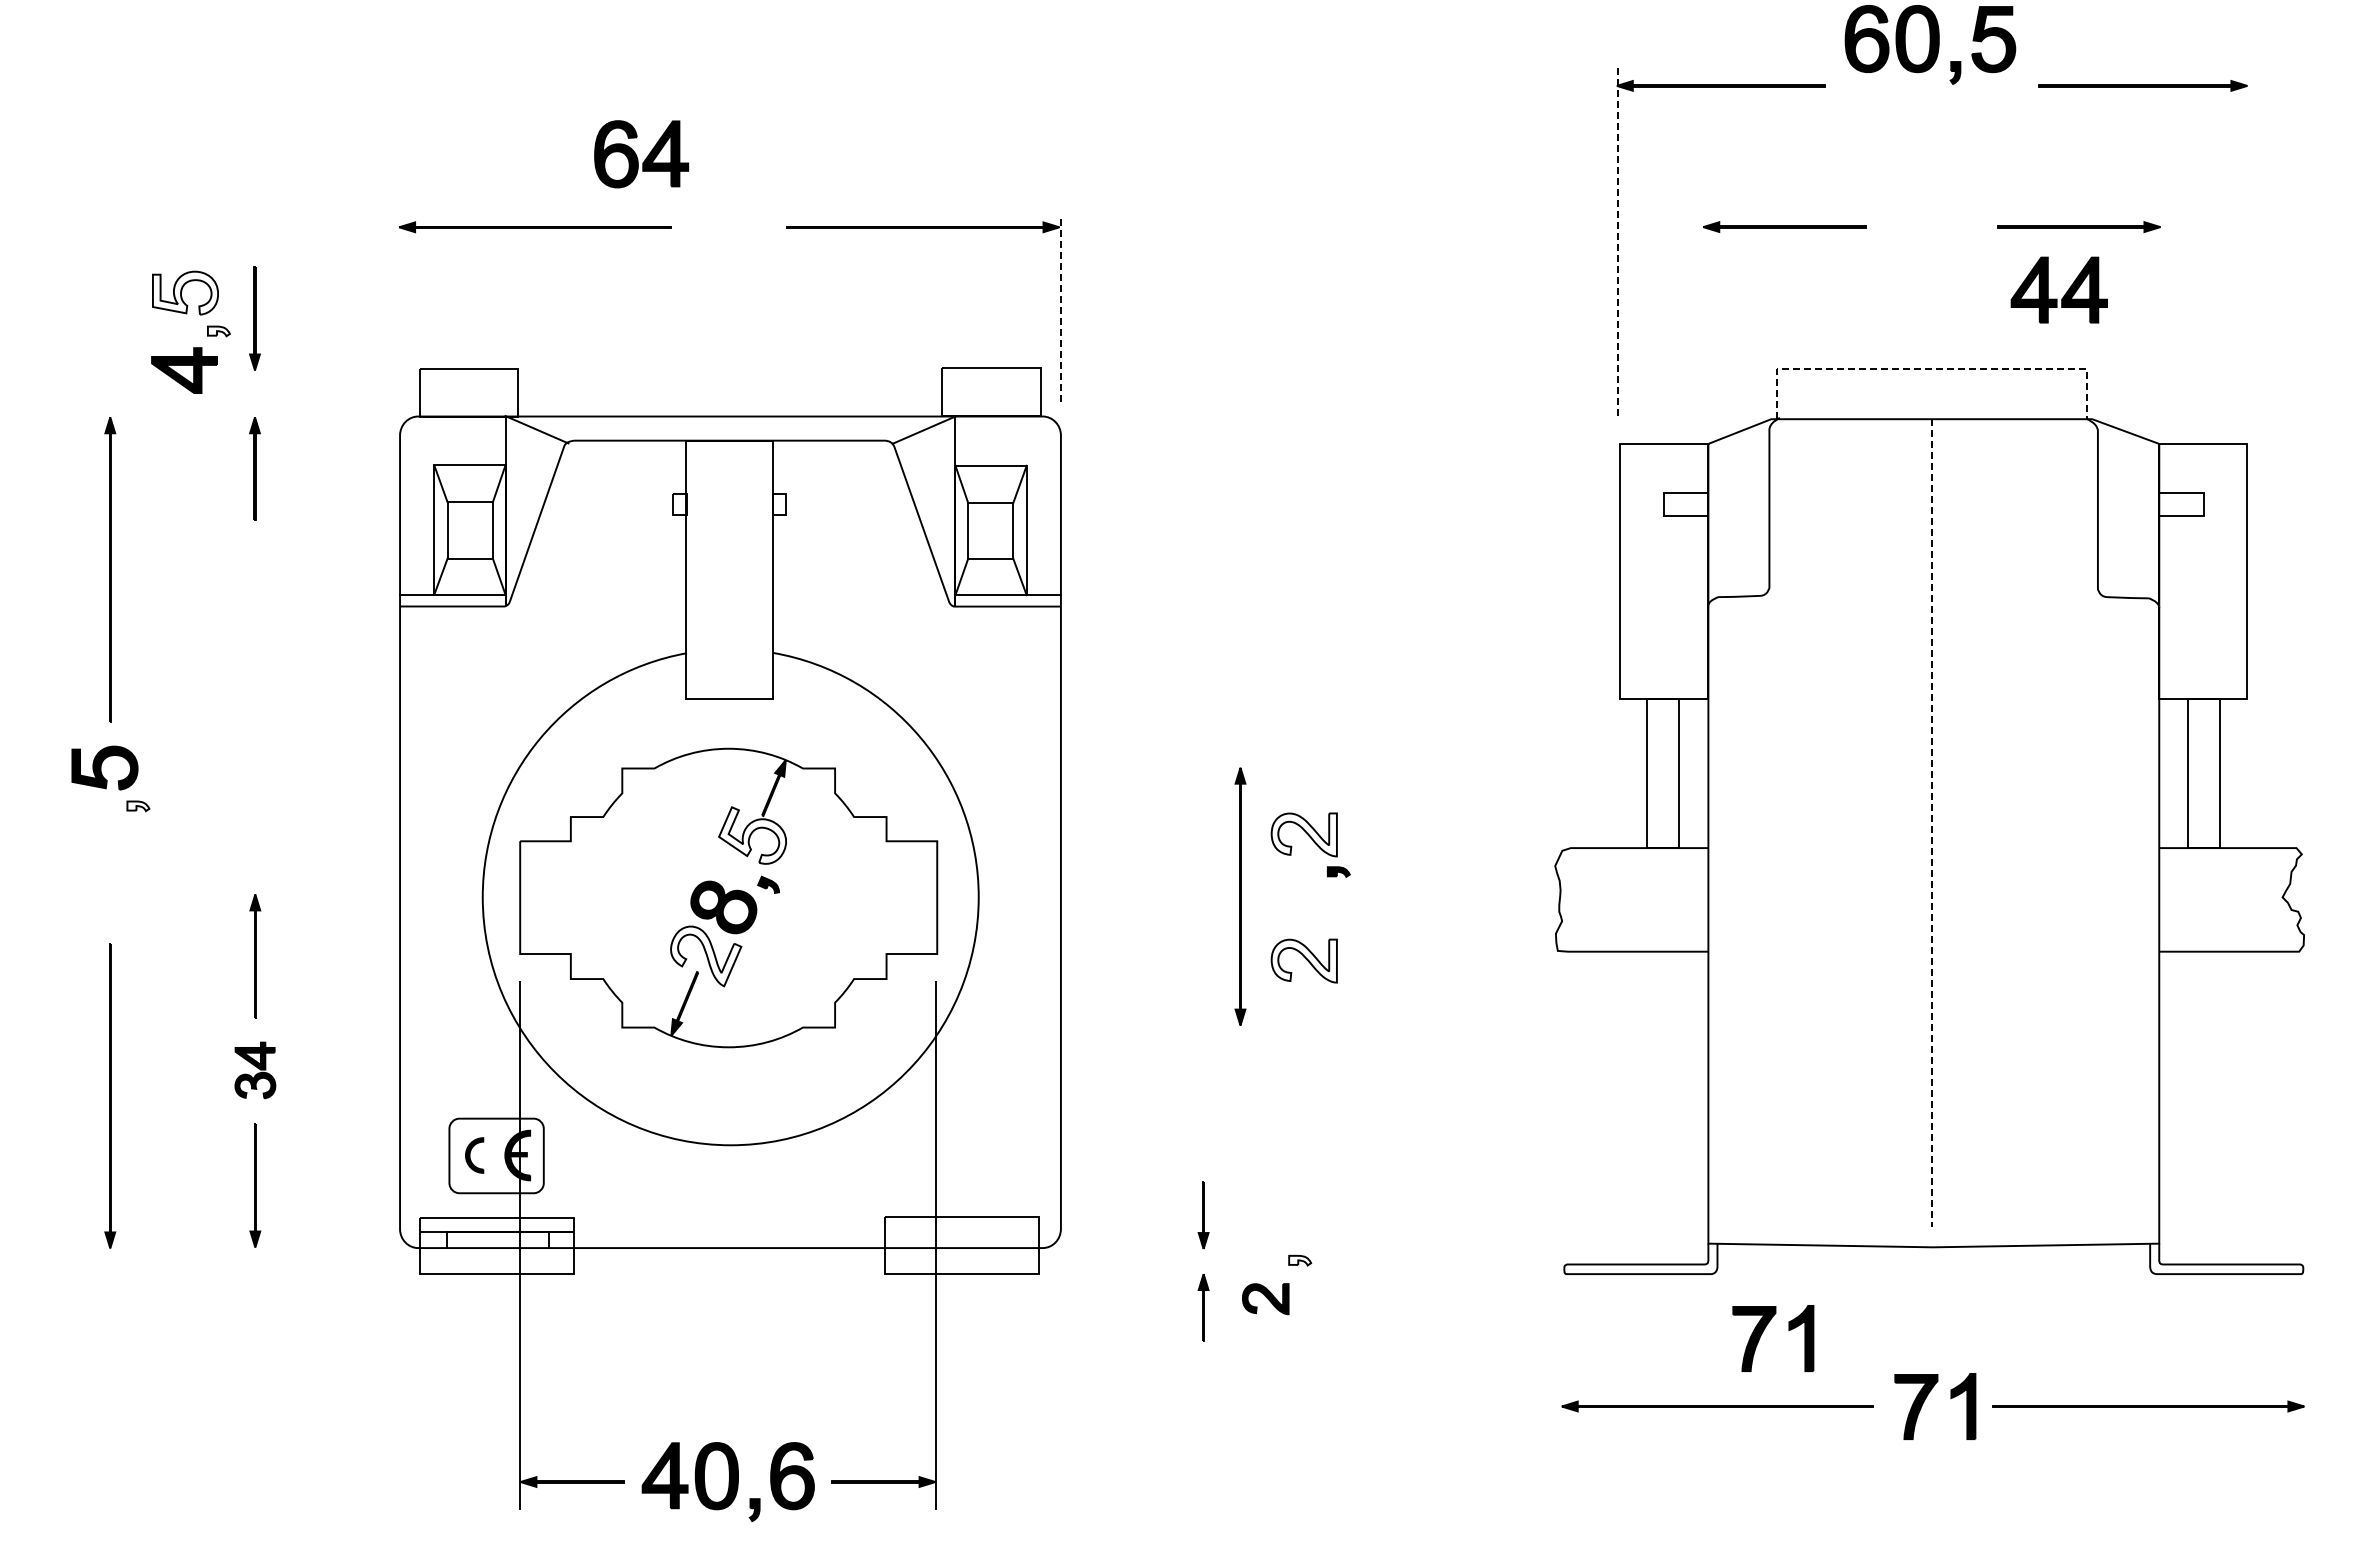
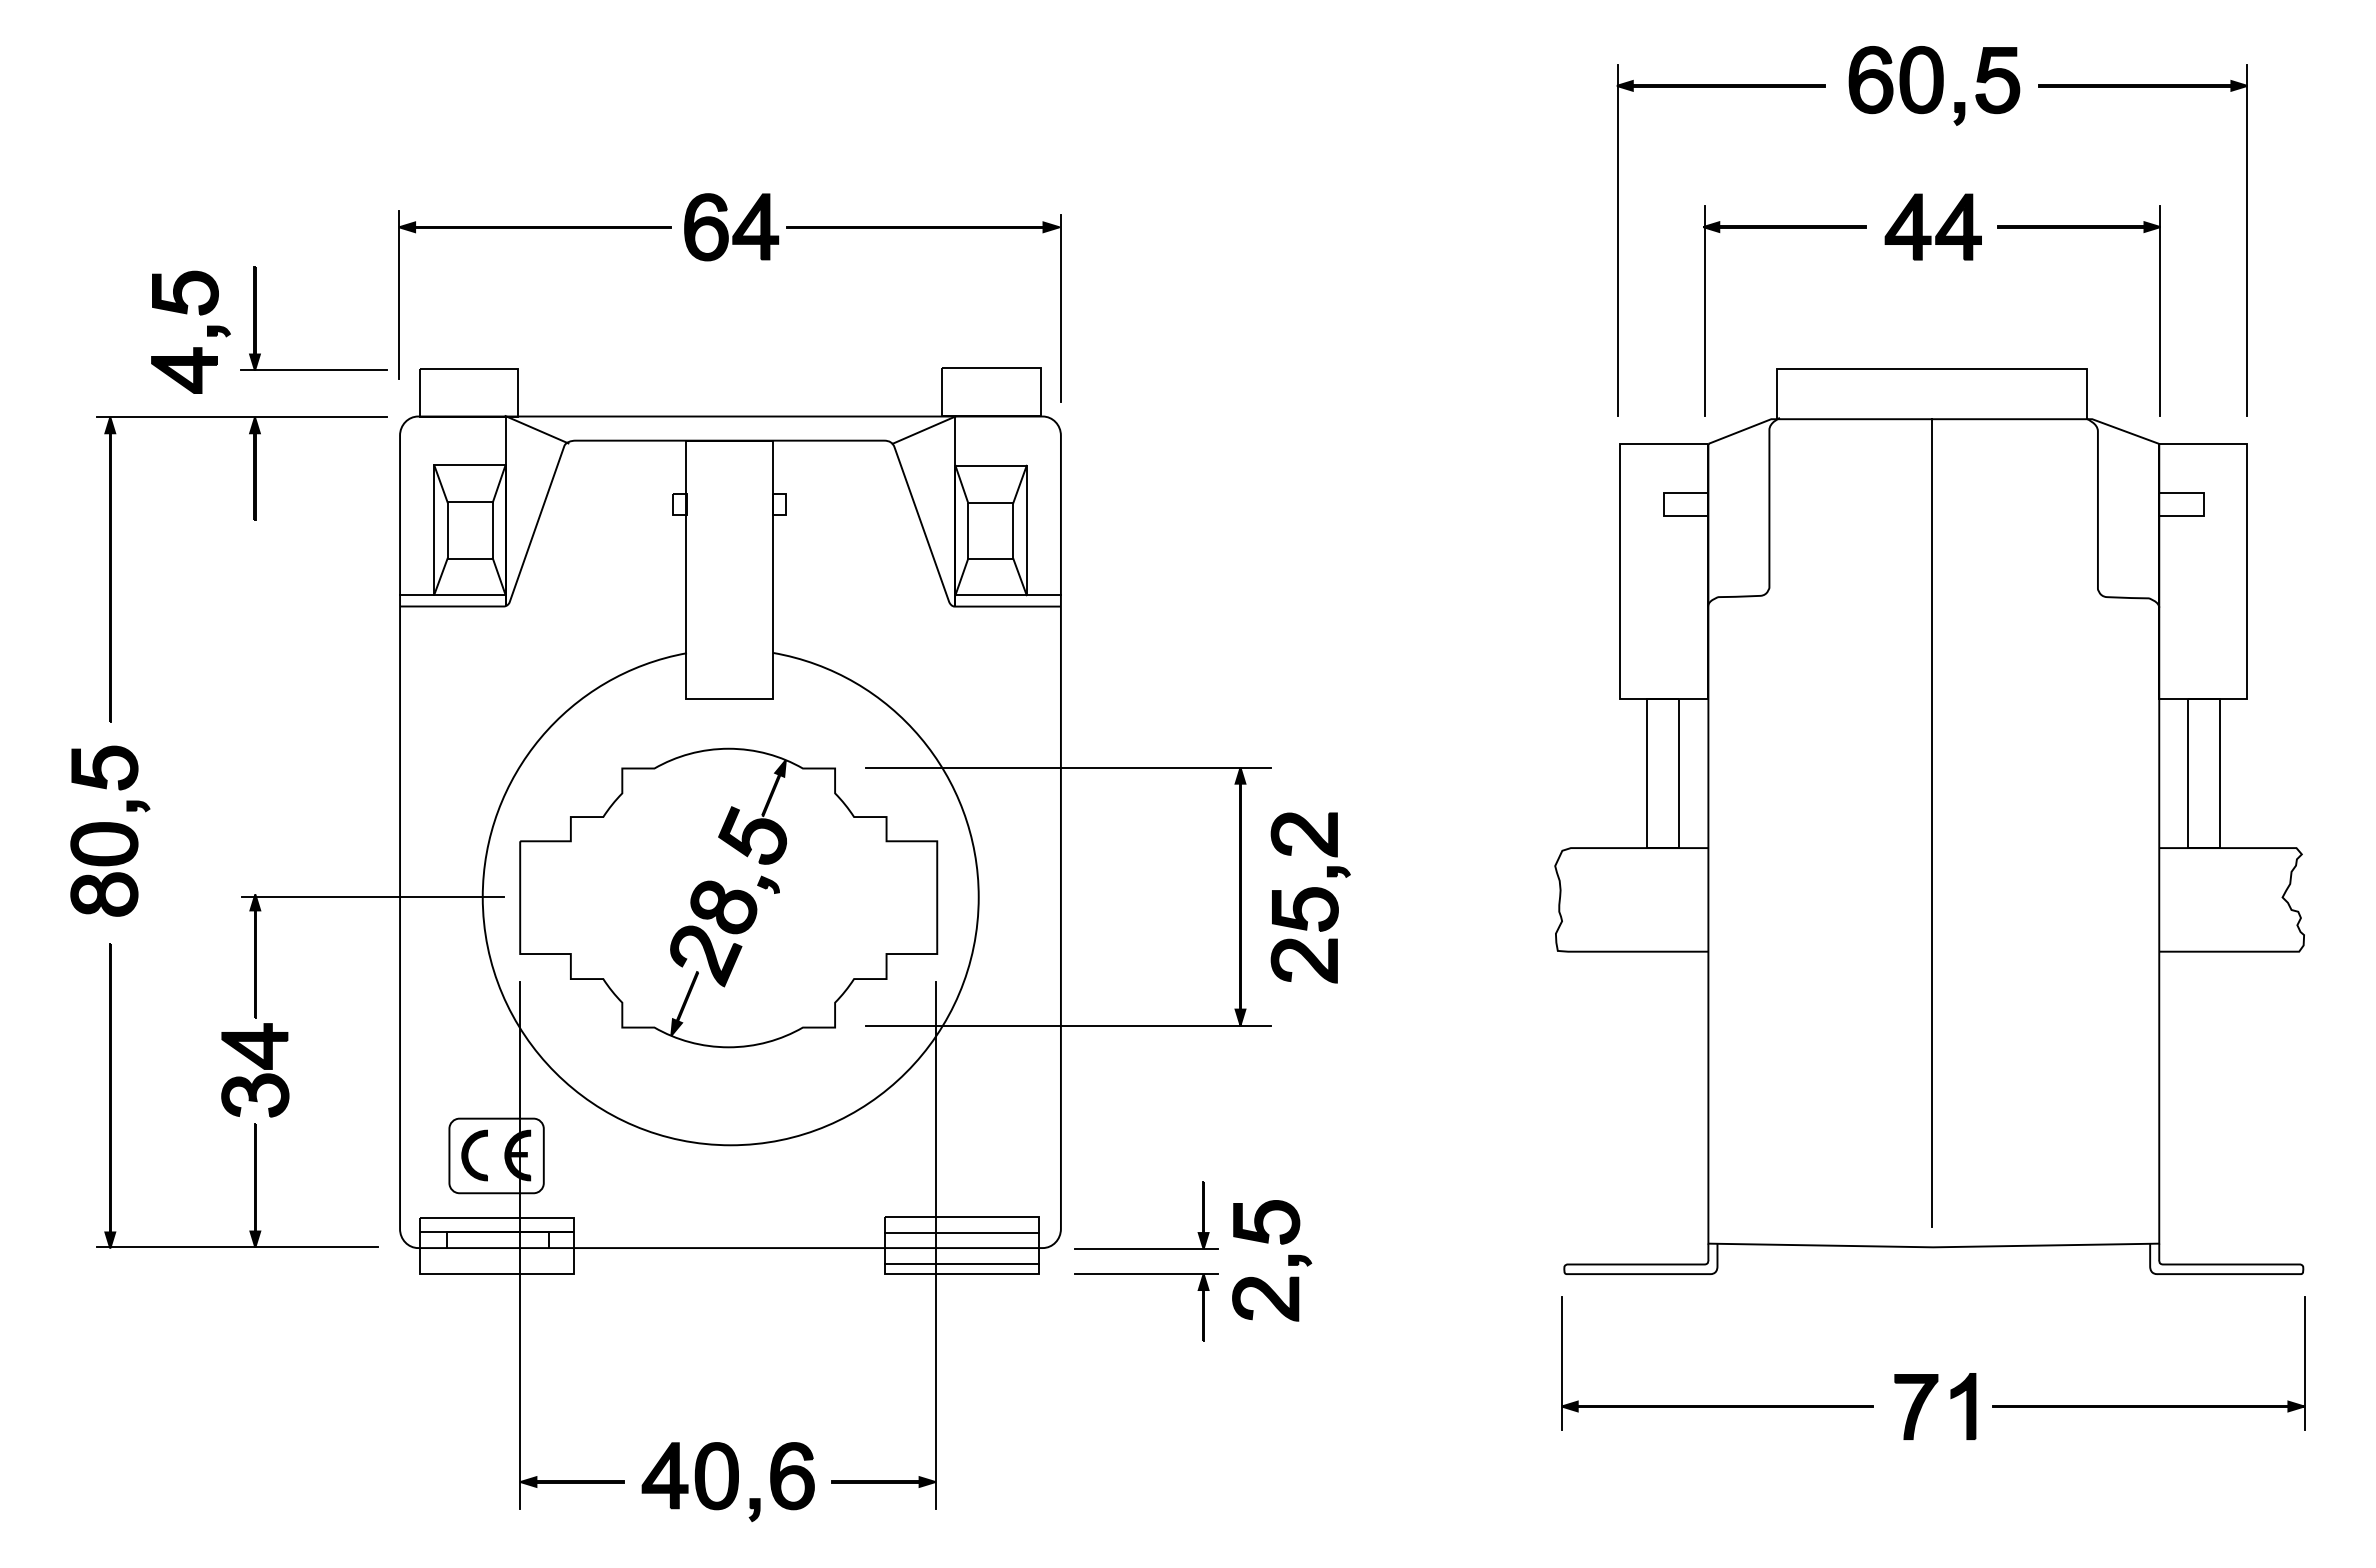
part at (1930, 44) position: (1930, 44) -> (1934, 85)
part at (641, 154) position: (641, 154) -> (731, 227)
line at (1618, 240): dashed -> solid
line at (2247, 240): none -> present
fill at (185, 292): none -> present
line at (399, 294): none -> present
part at (2064, 294) position: (2064, 294) -> (1938, 231)
line at (1060, 308): dashed -> solid
line at (1705, 310): none -> present
line at (2160, 310): none -> present
fill at (218, 331): none -> present
line at (313, 369): none -> present
line at (1932, 369): dashed -> solid
line at (241, 417): none -> present
line at (1068, 767): none -> present
fill at (138, 806): none -> present
line at (1931, 823): dashed -> solid
fill at (1303, 834): none -> present
fill at (752, 835): none -> present
part at (104, 869): none -> present
line at (372, 897): none -> present
part at (1305, 909): none -> present
fill at (706, 956): none -> present
fill at (1303, 960): none -> present
line at (1068, 1025): none -> present
part at (255, 1070) size: 43x59 px -> 69x95 px
part at (474, 1155) size: 20x37 px -> 27x53 px
part at (1266, 1222): none -> present
line at (961, 1232): none -> present
line at (237, 1247): none -> present
line at (1145, 1249): none -> present
fill at (1300, 1260): none -> present
line at (961, 1263): none -> present
line at (1145, 1274): none -> present
part at (1265, 1299) size: 48x33 px -> 68x46 px
part at (1763, 1332): present -> none
line at (1561, 1363): none -> present
line at (2304, 1363): none -> present
